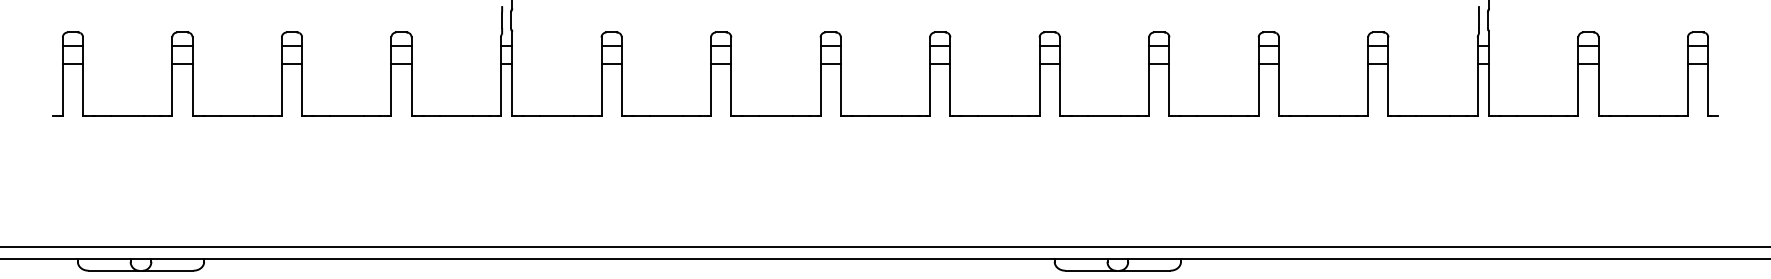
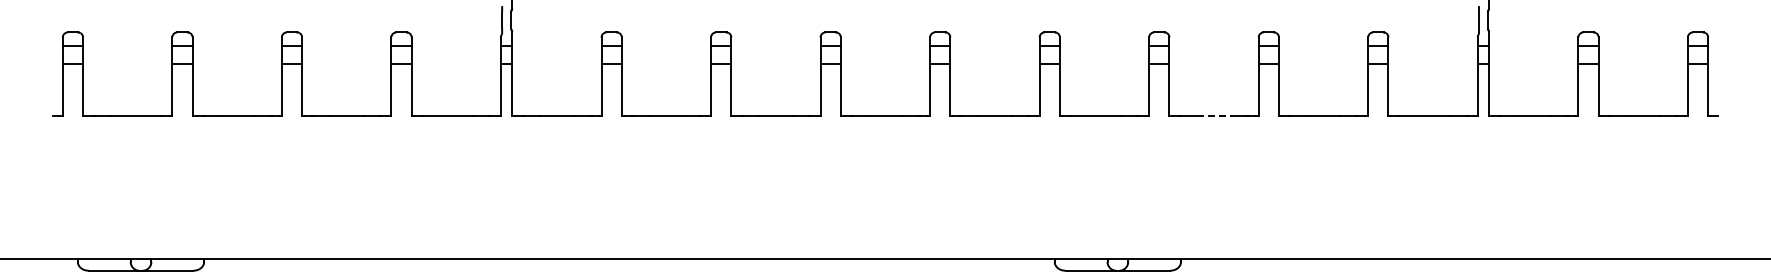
line at (1214, 116): solid -> dashed
line at (884, 247): present -> none
